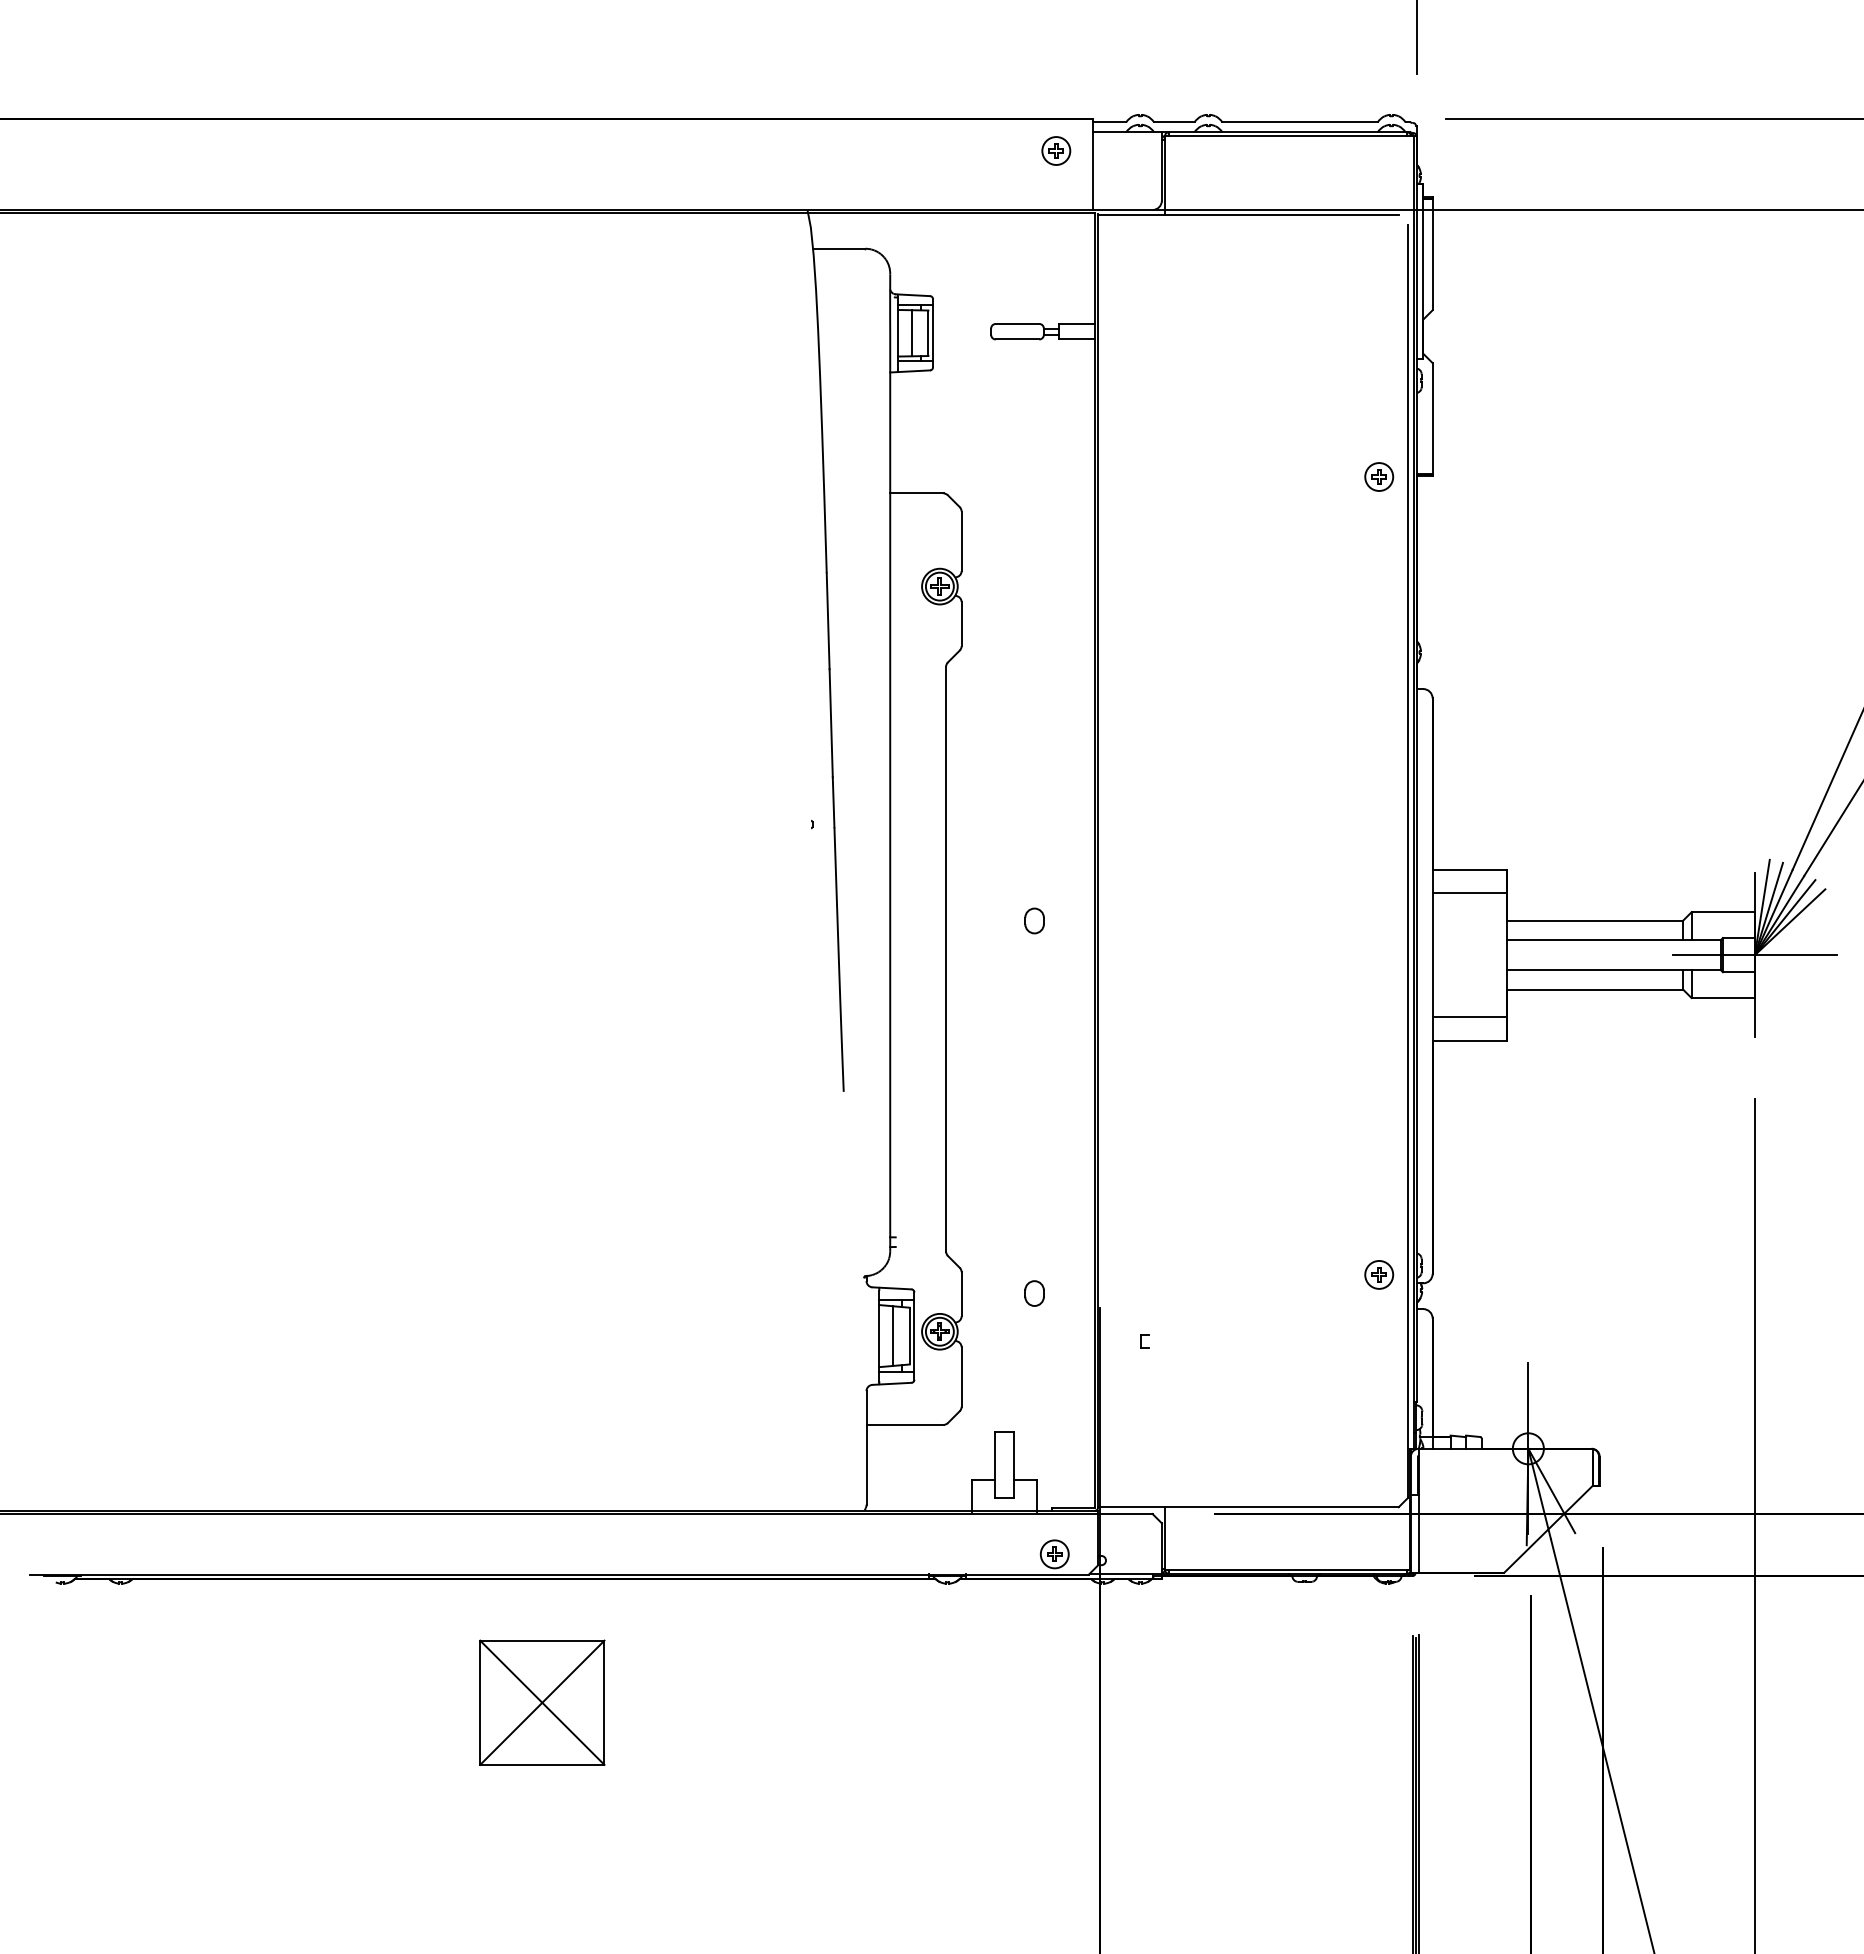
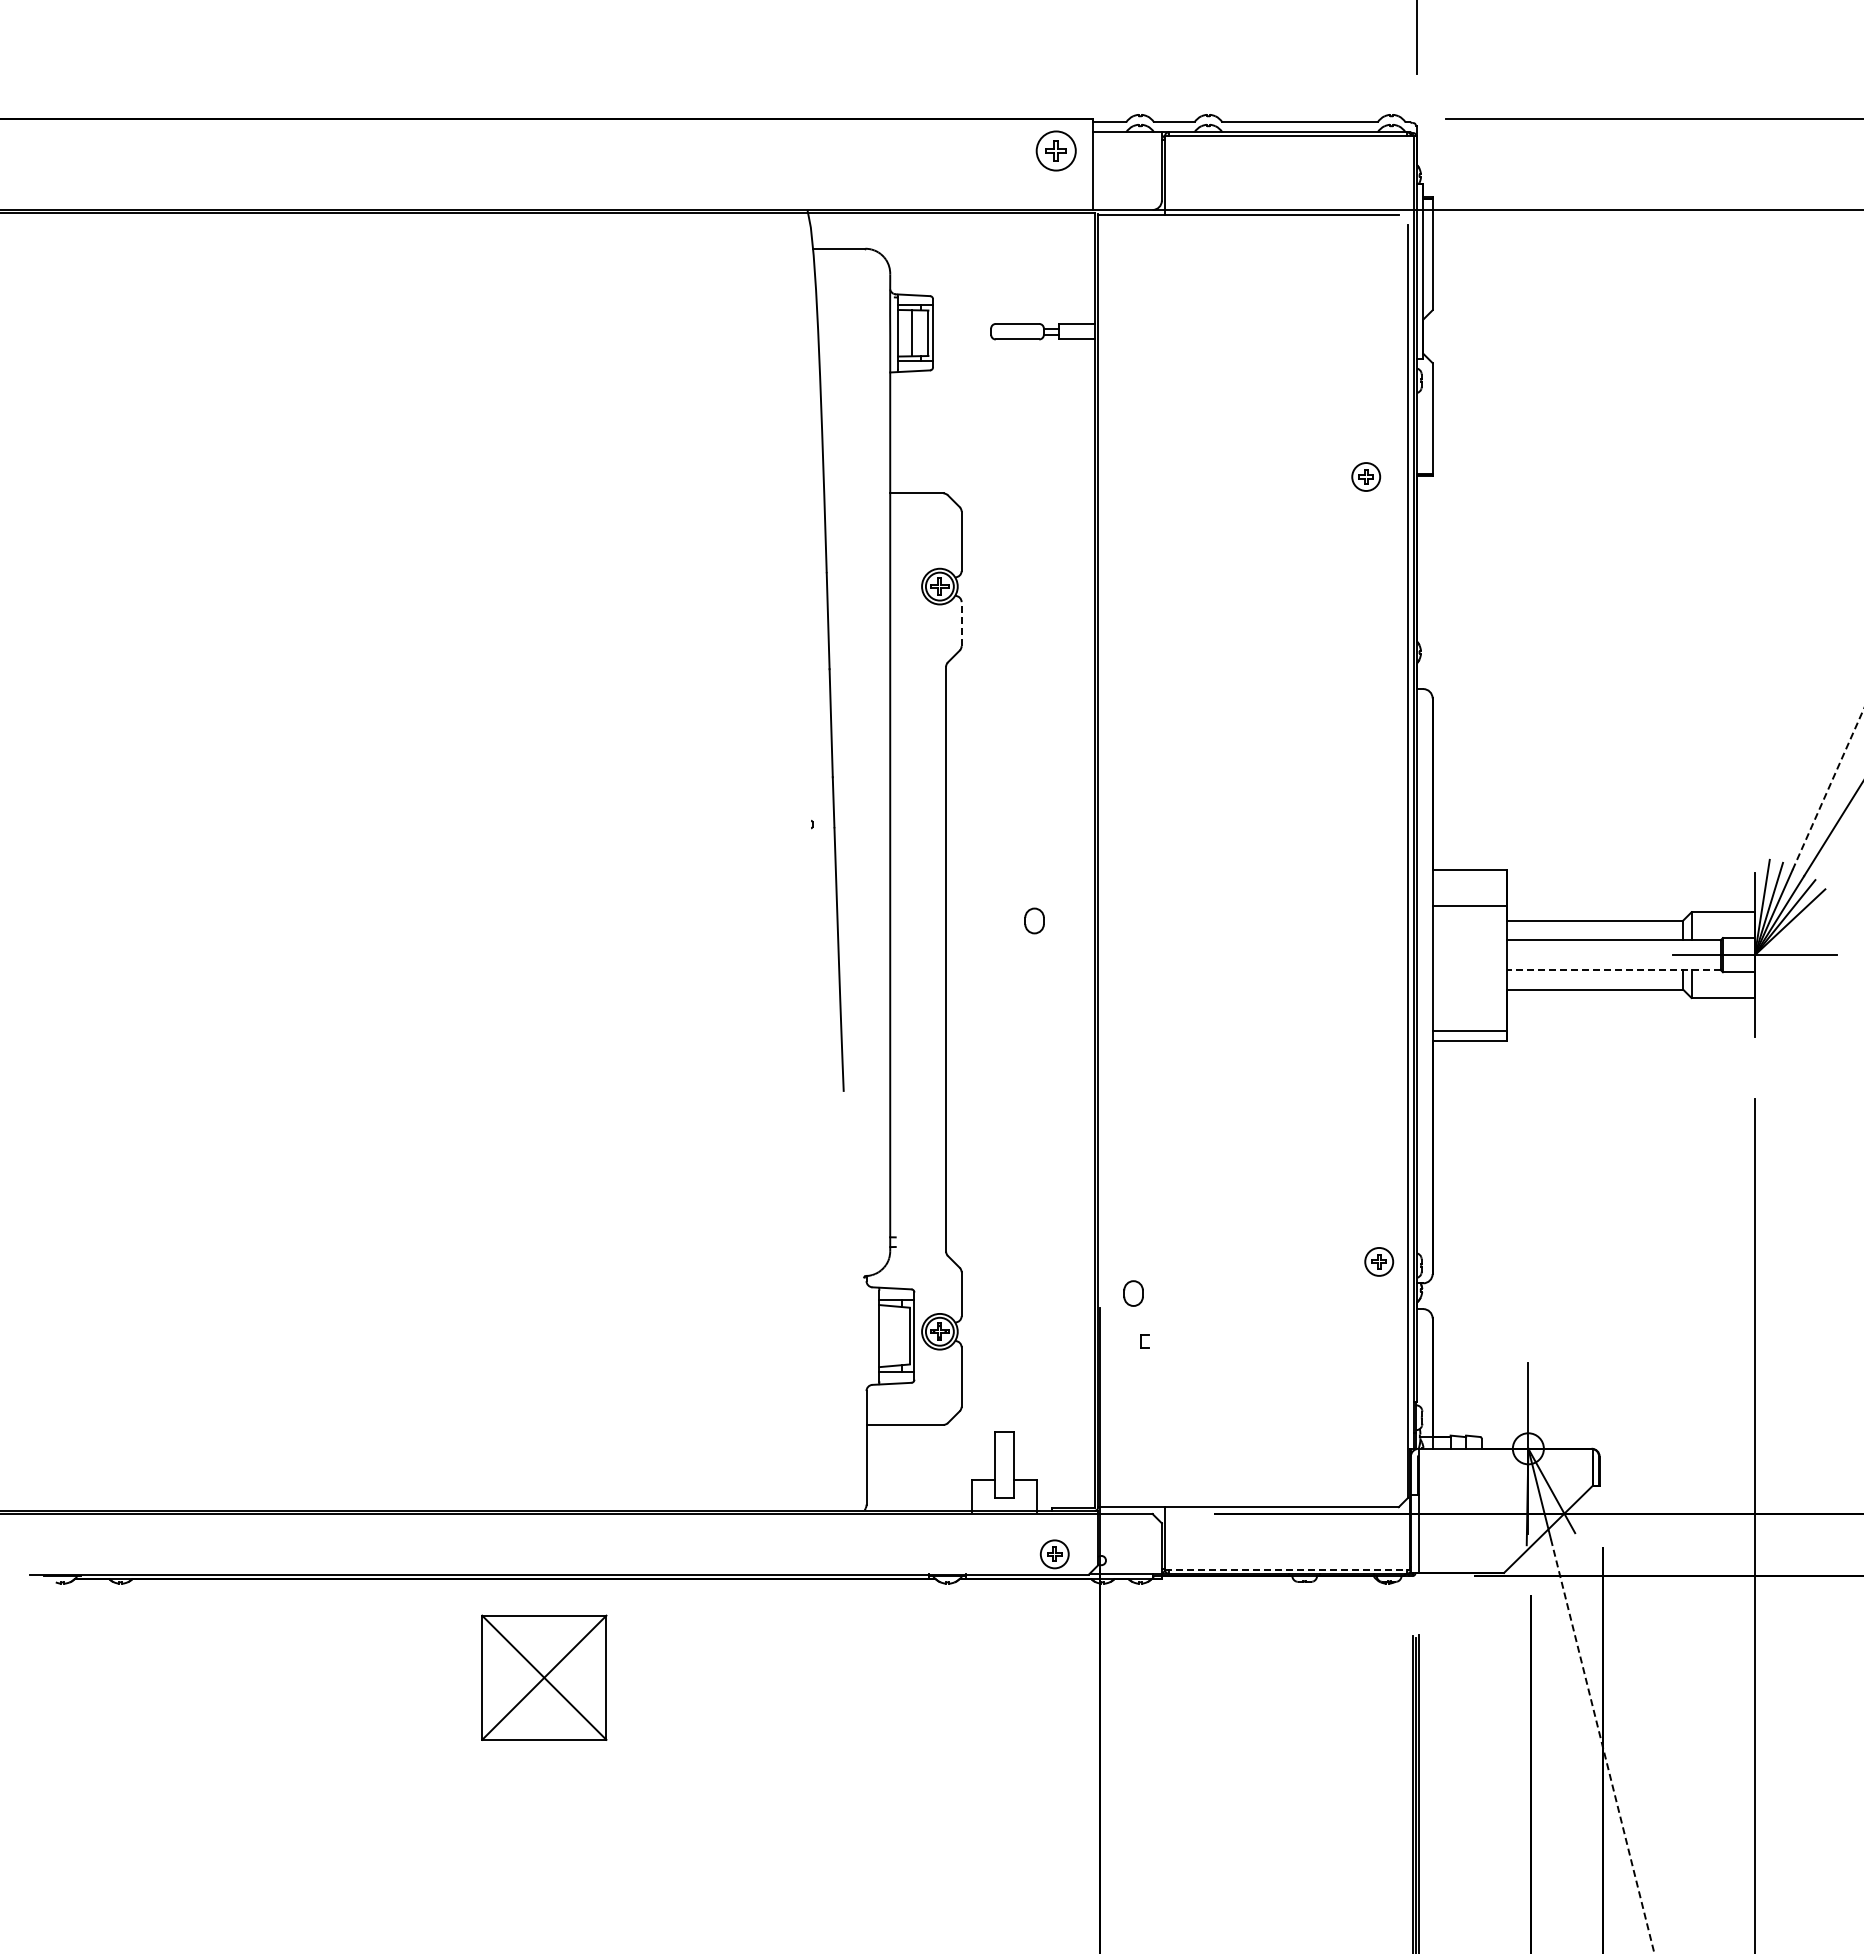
part at (1056, 150) size: 31x30 px -> 42x42 px
part at (1379, 476) position: (1379, 476) -> (1366, 476)
line at (961, 624): solid -> dashed
line at (1828, 789): solid -> dashed
line at (1469, 893) position: (1469, 893) -> (1469, 906)
line at (1613, 969): solid -> dashed
line at (1469, 1017) position: (1469, 1017) -> (1469, 1031)
part at (1379, 1274) position: (1379, 1274) -> (1379, 1261)
part at (1034, 1293) position: (1034, 1293) -> (1133, 1293)
line at (893, 1335): present -> none
line at (1287, 1569): solid -> dashed
part at (542, 1702) position: (542, 1702) -> (544, 1677)
line at (1602, 1746): solid -> dashed
